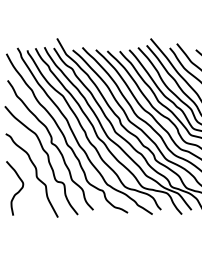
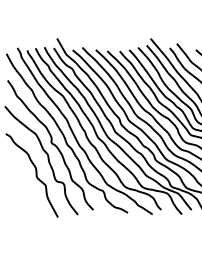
curve at (18, 190): present -> none
